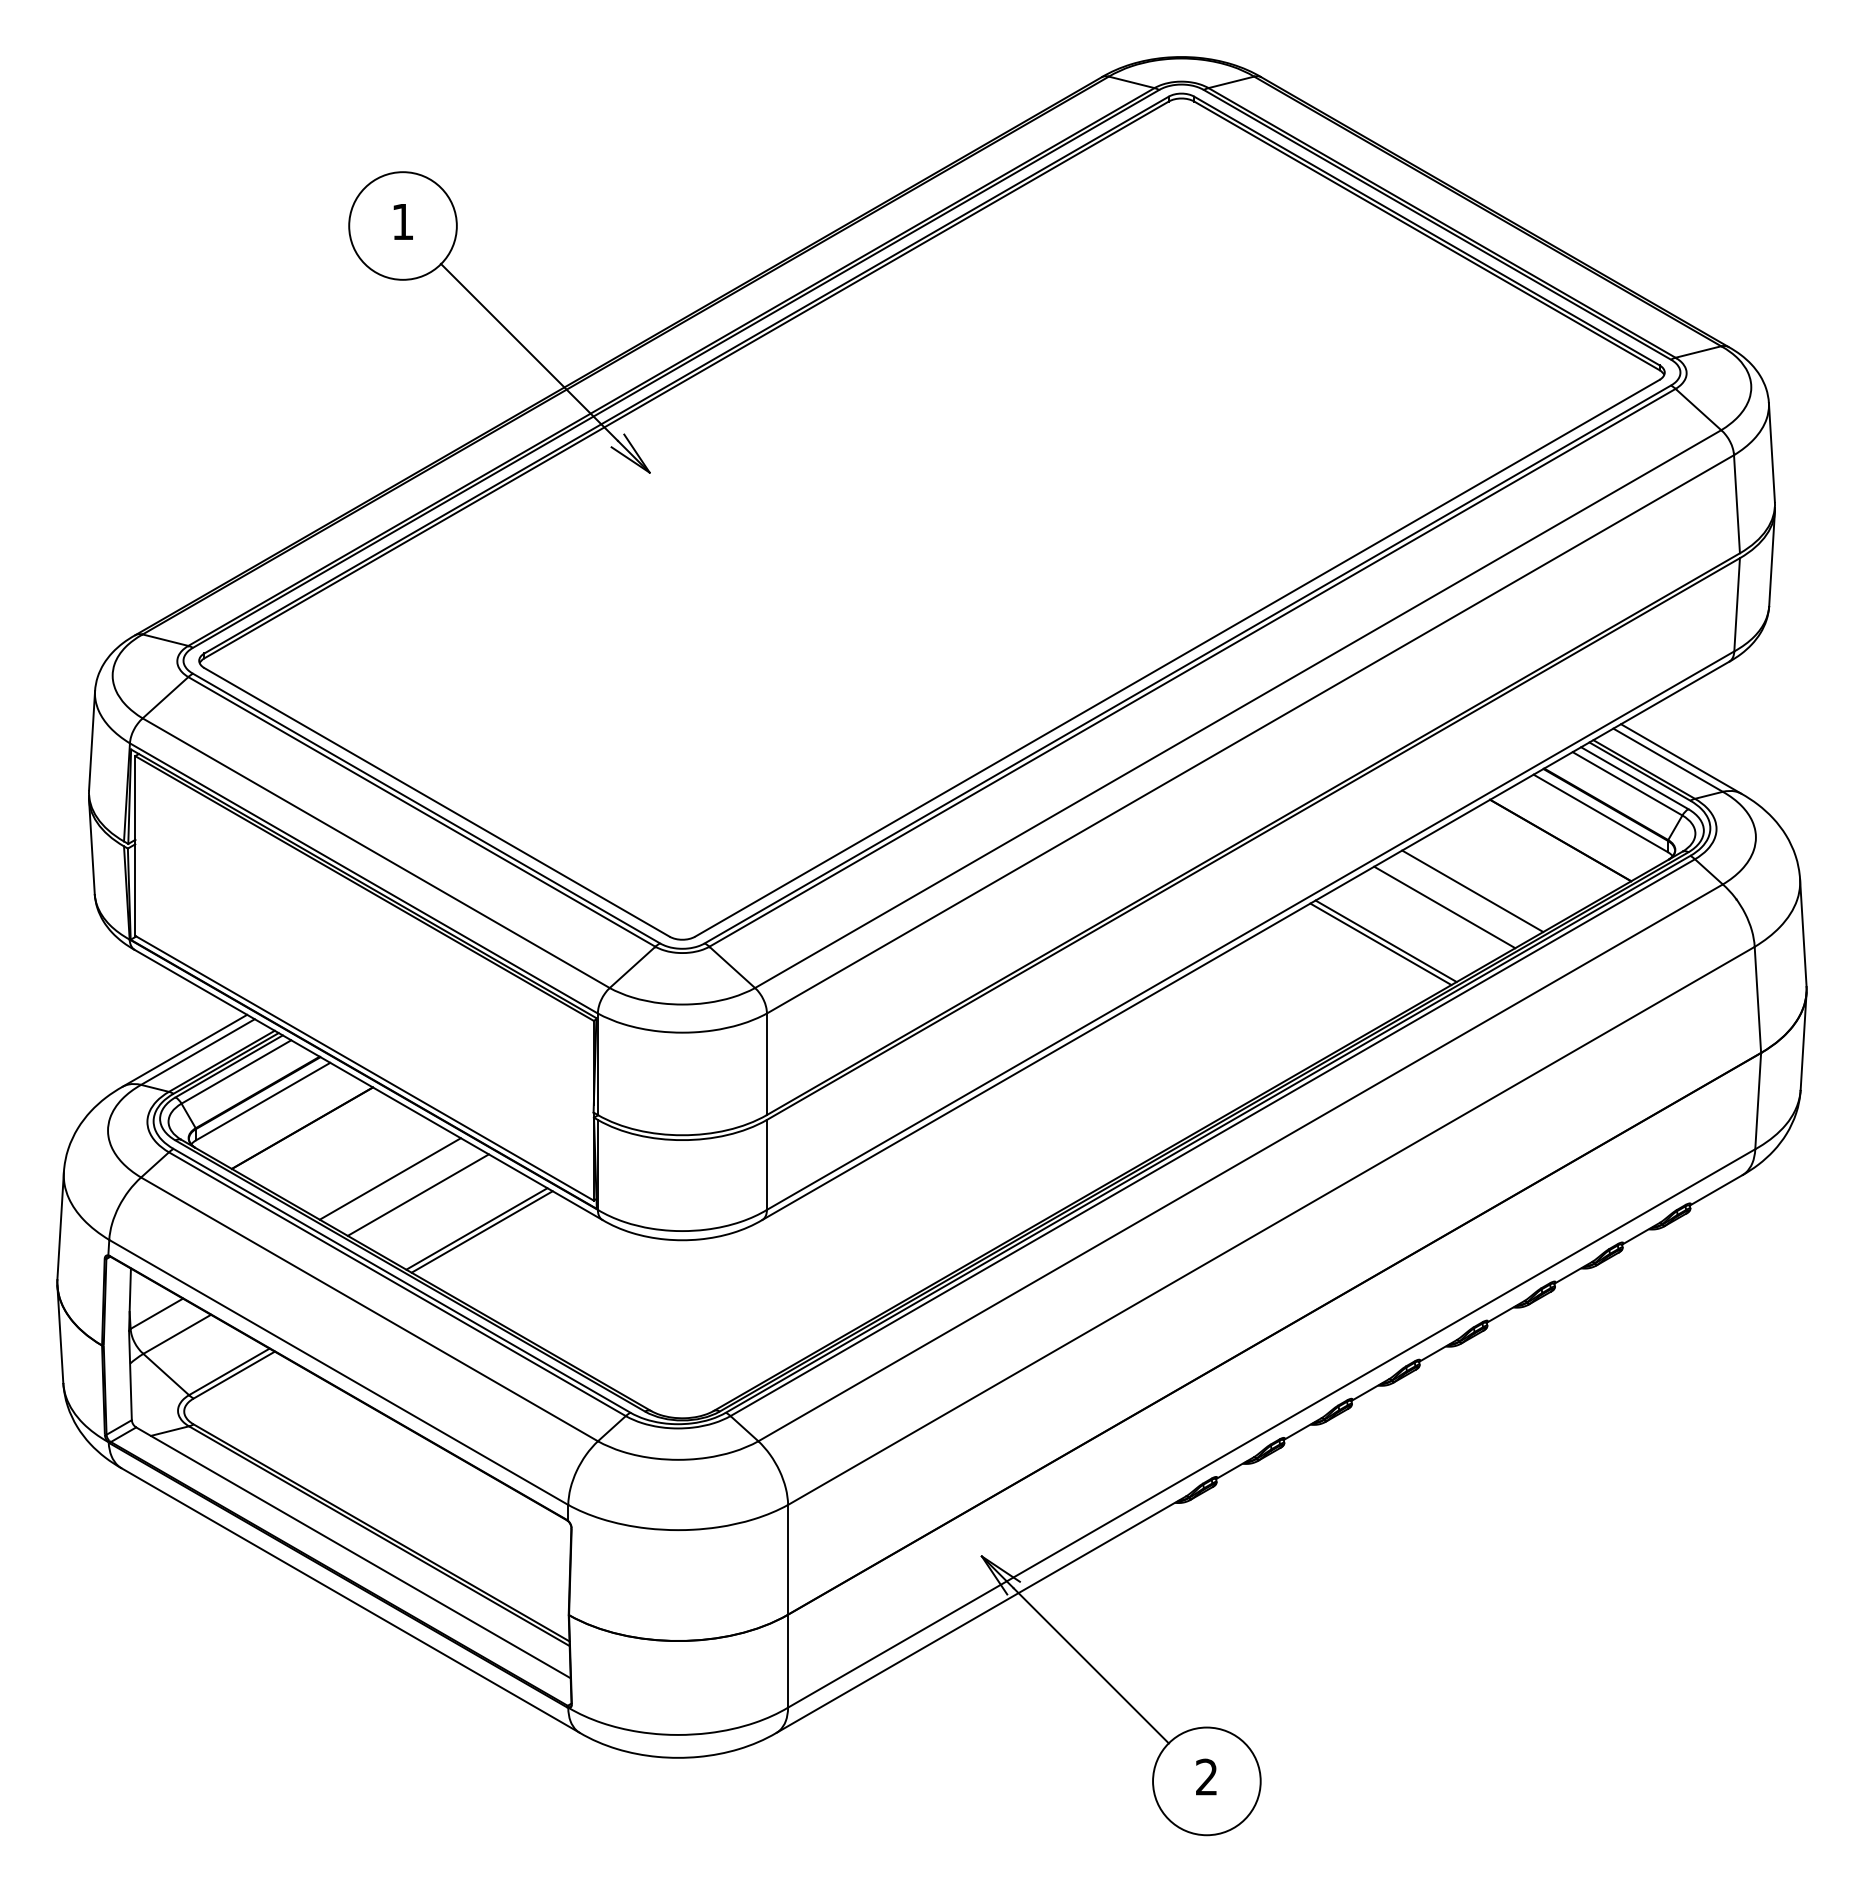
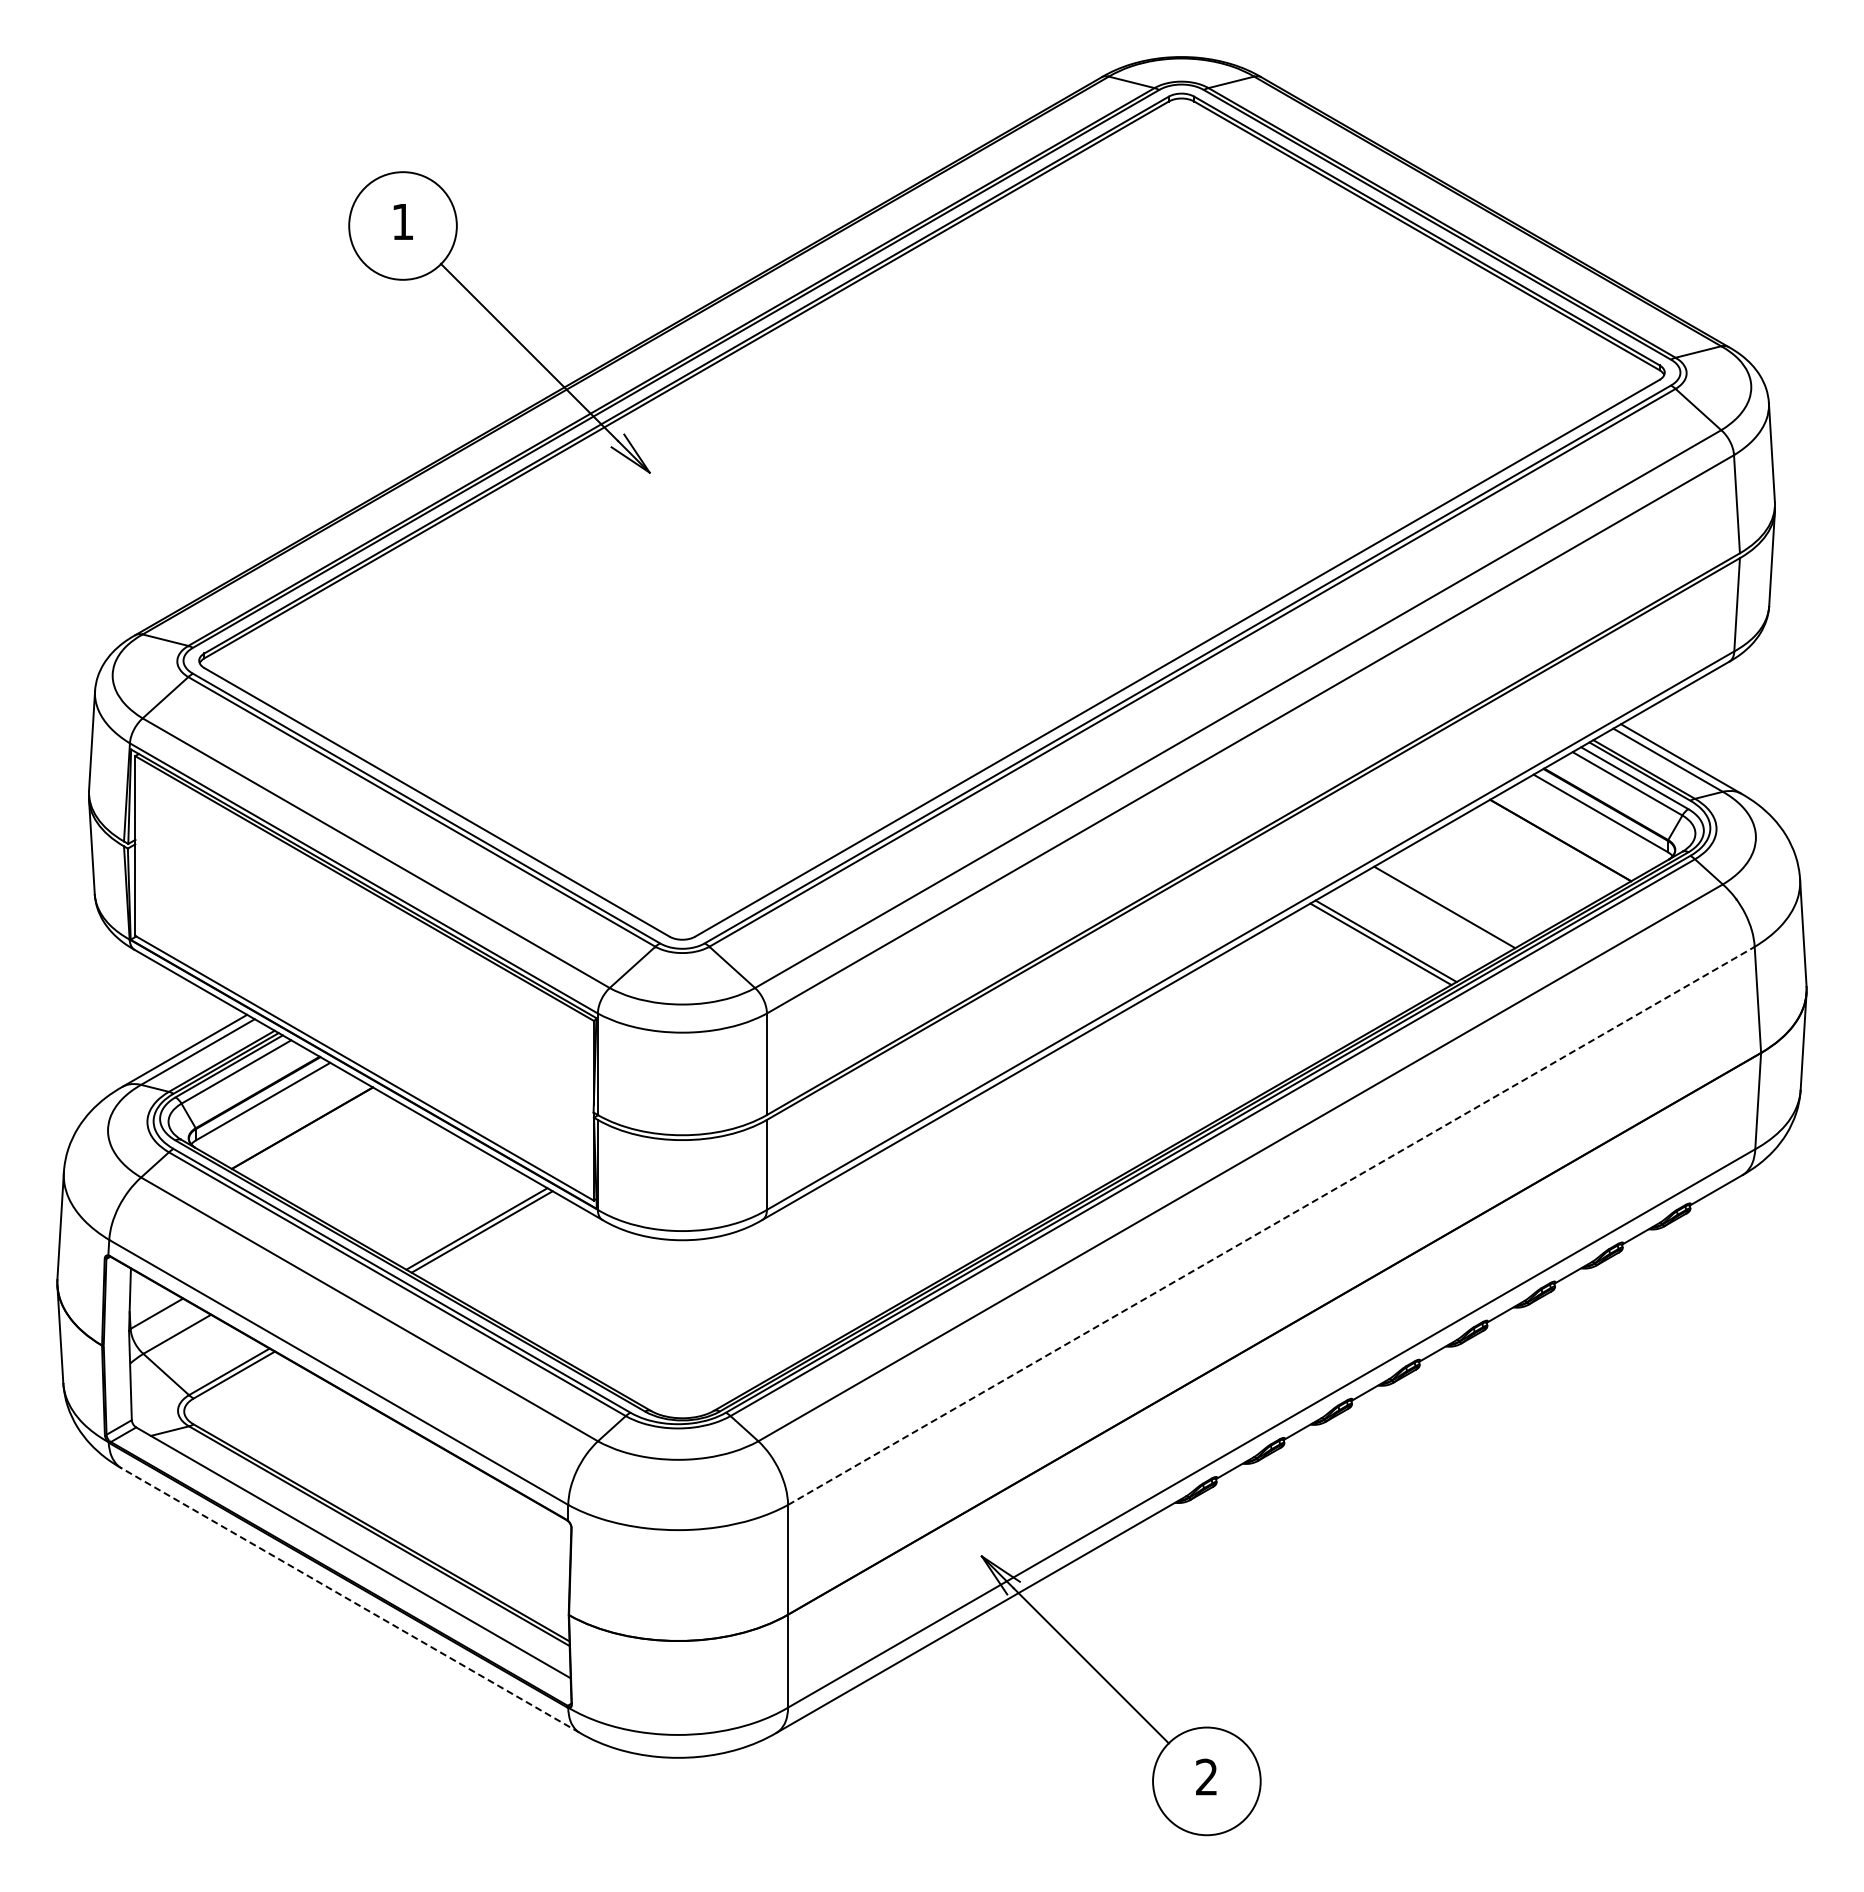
line at (1472, 891): present -> none
line at (389, 1178): present -> none
line at (417, 1194): present -> none
line at (1271, 1225): solid -> dashed
line at (350, 1600): solid -> dashed
